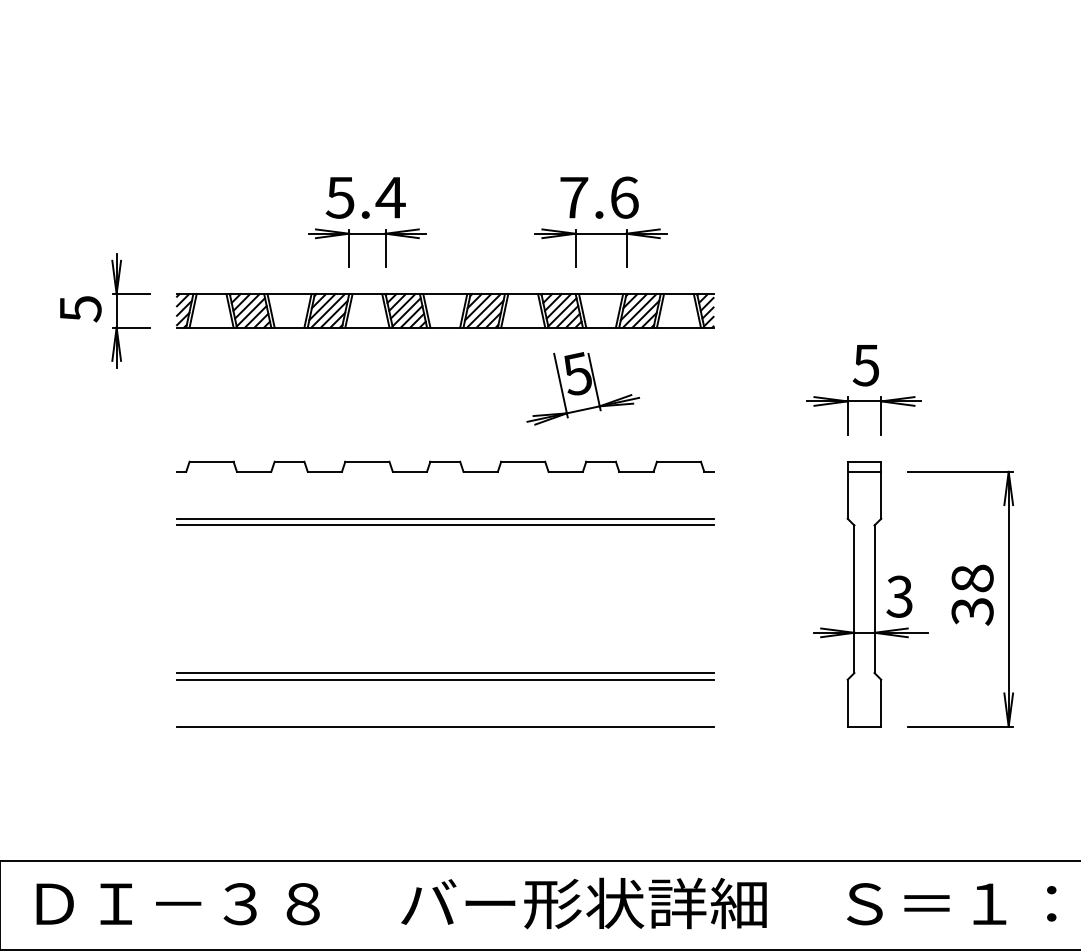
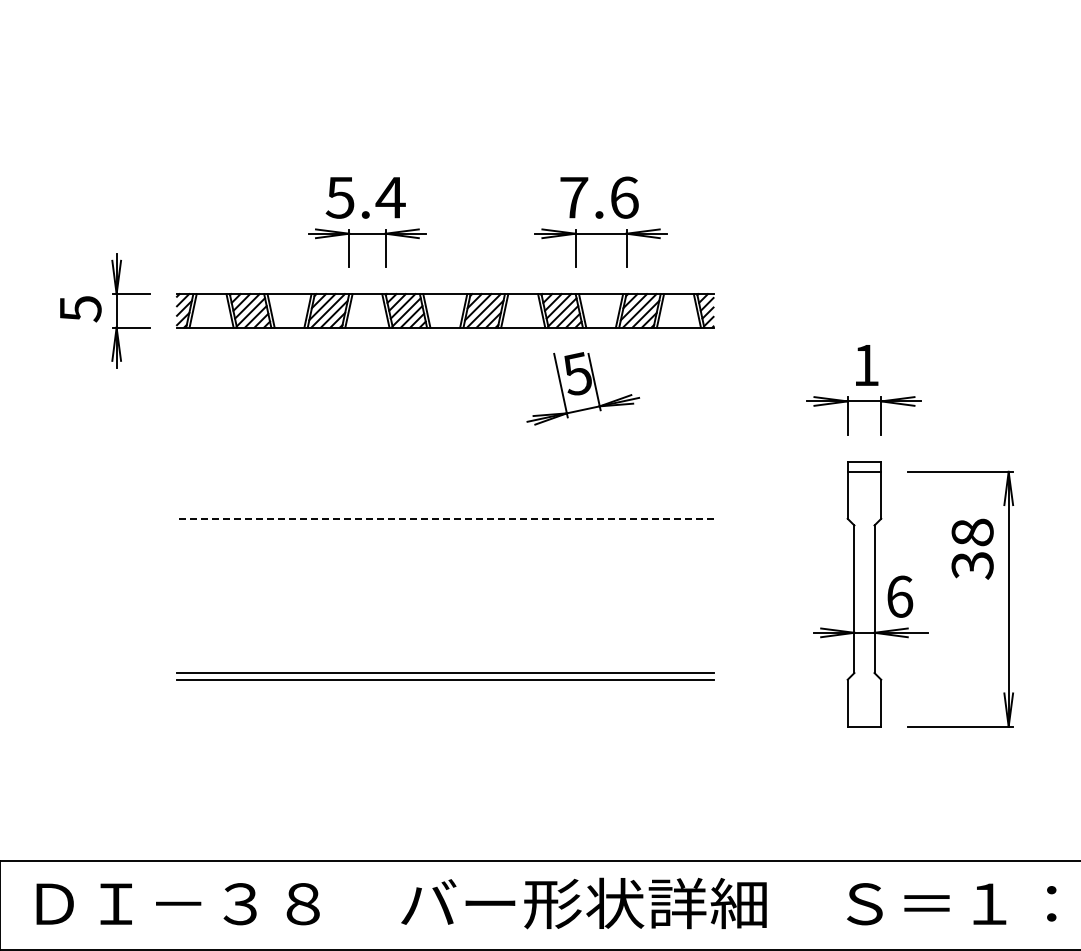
text at (865, 365): 5 -> 1
part at (445, 466): present -> none
line at (444, 518): solid -> dashed
line at (445, 525): present -> none
text at (972, 594) position: (972, 594) -> (972, 548)
text at (899, 596): 3 -> 6
line at (445, 726): present -> none
